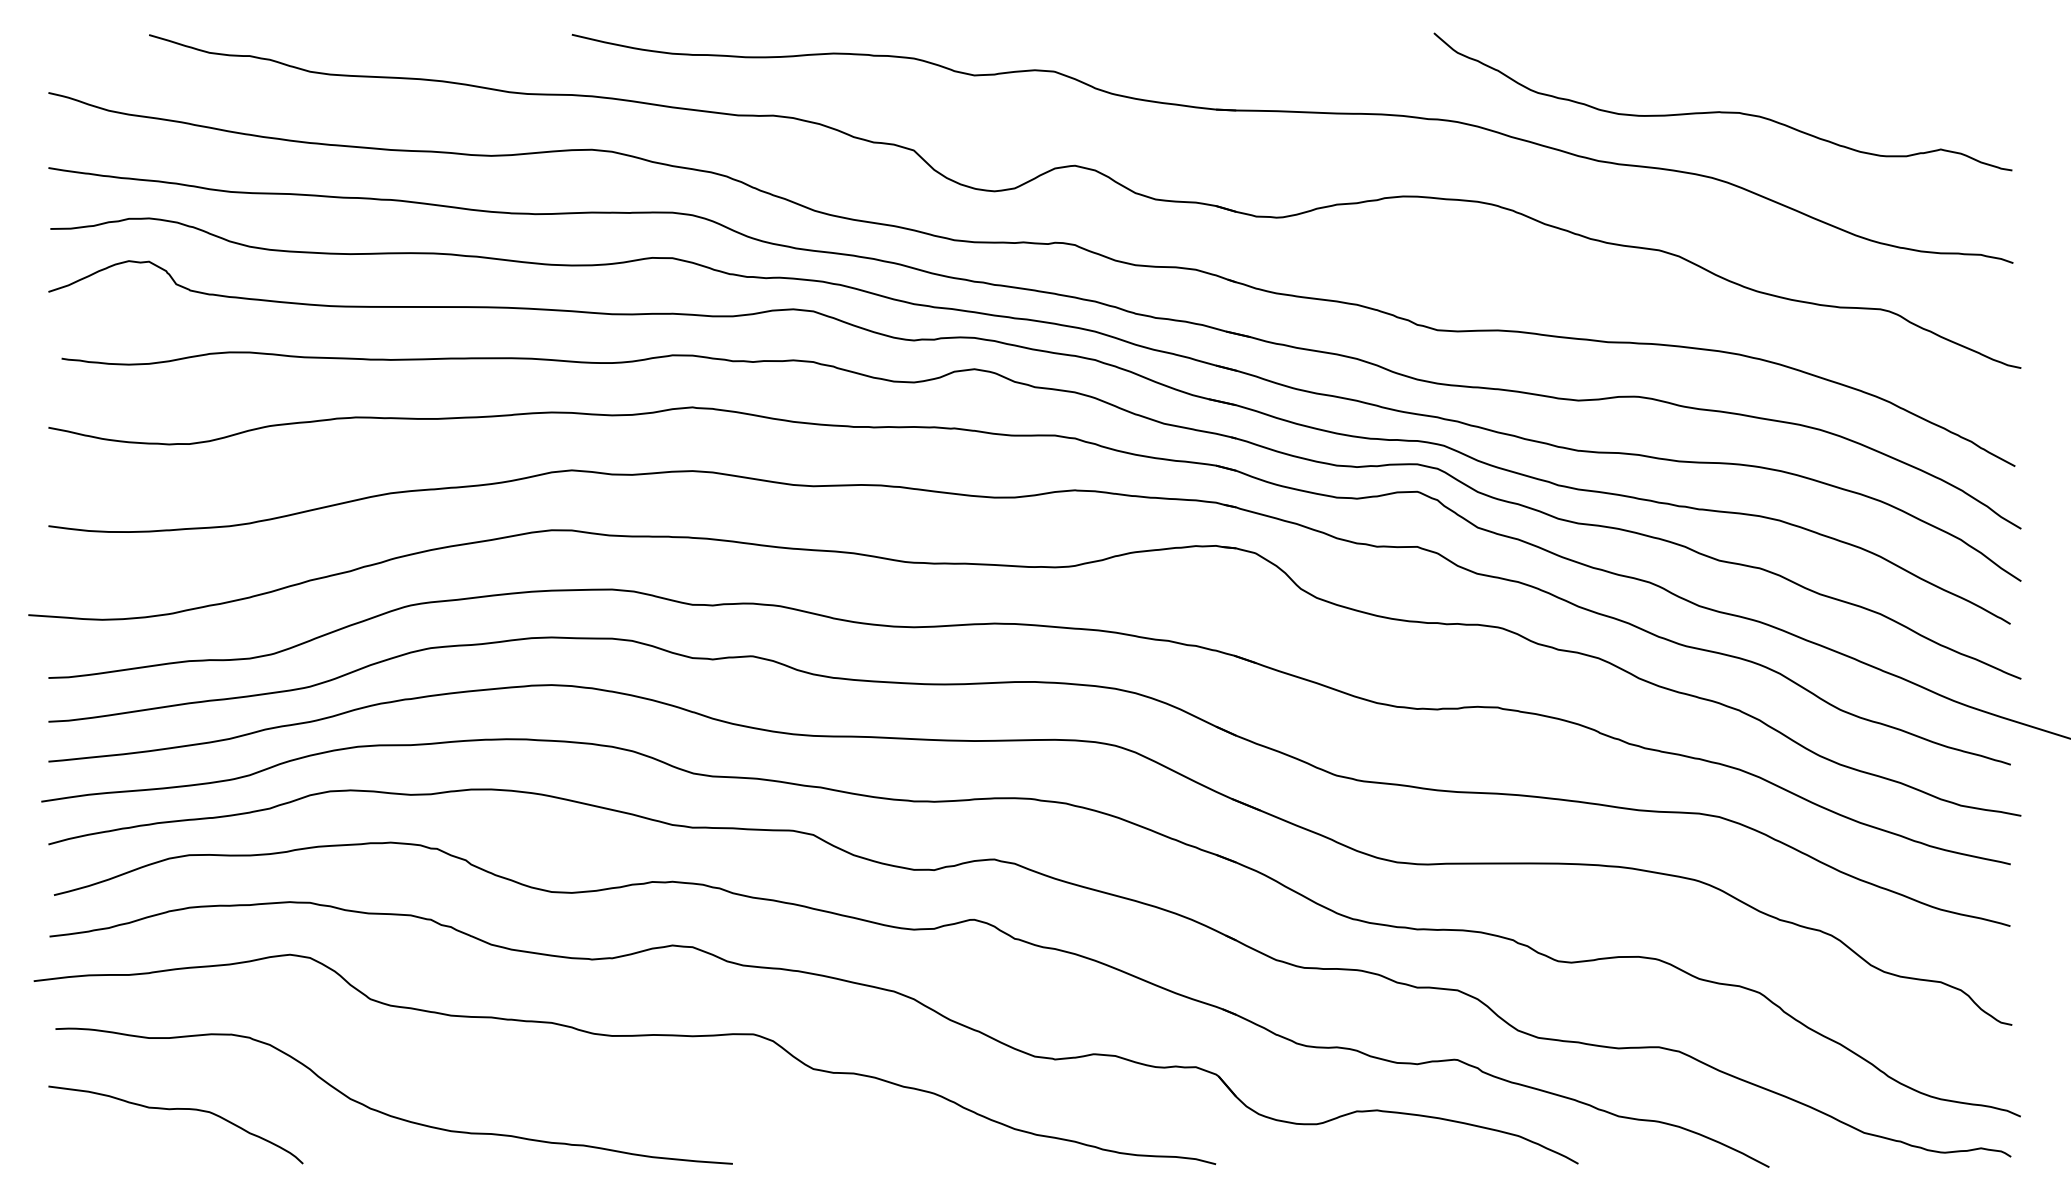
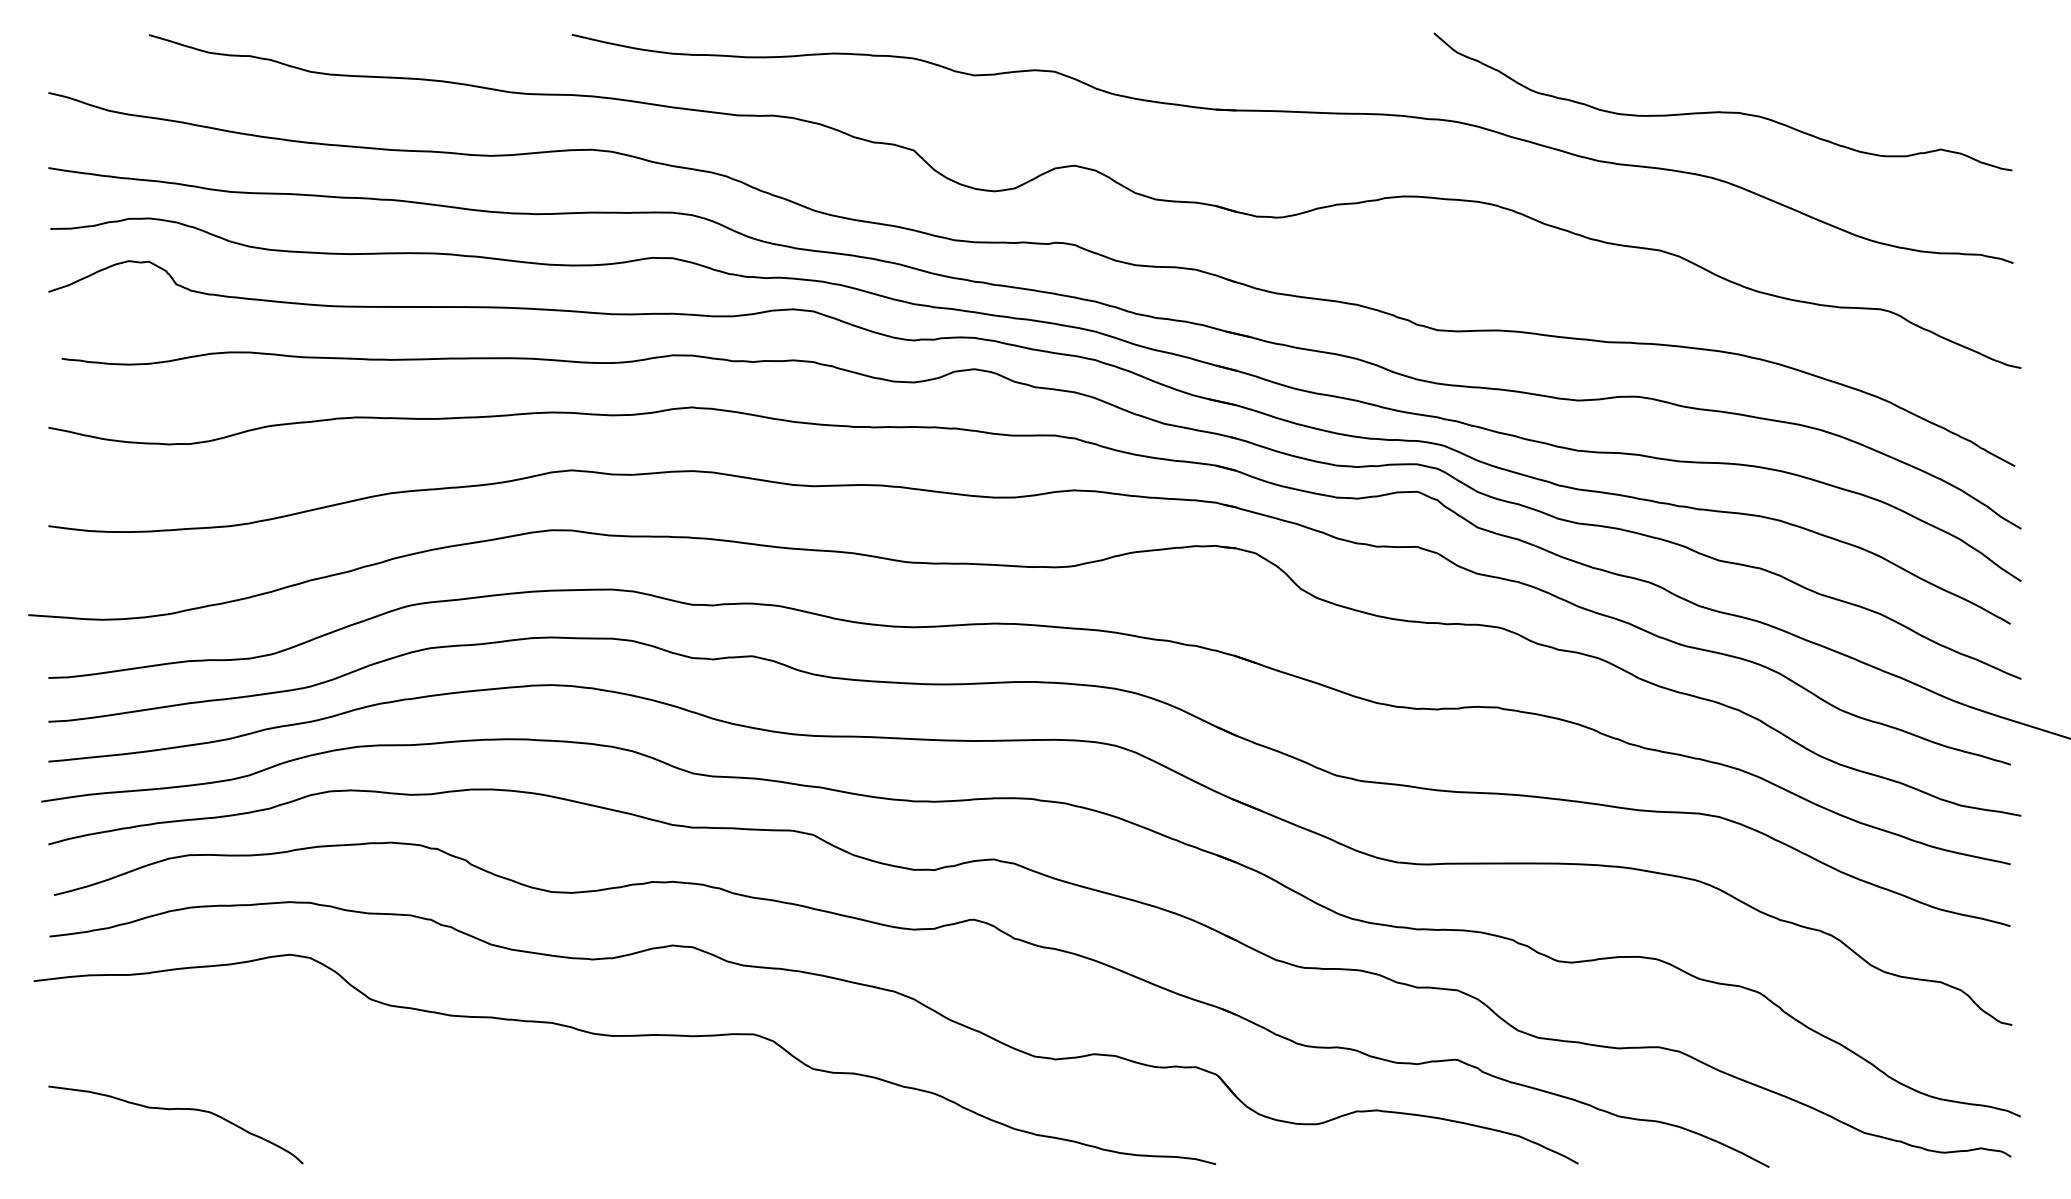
curve at (387, 1113): present -> none
